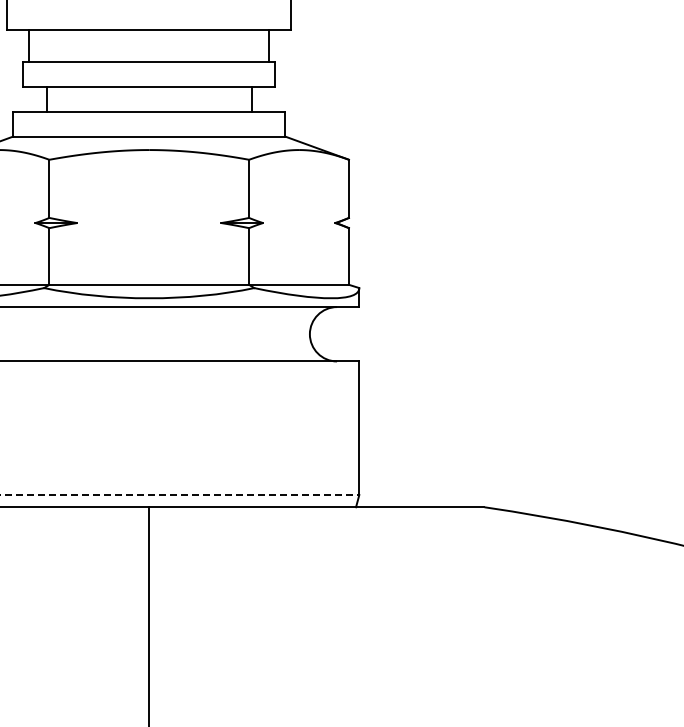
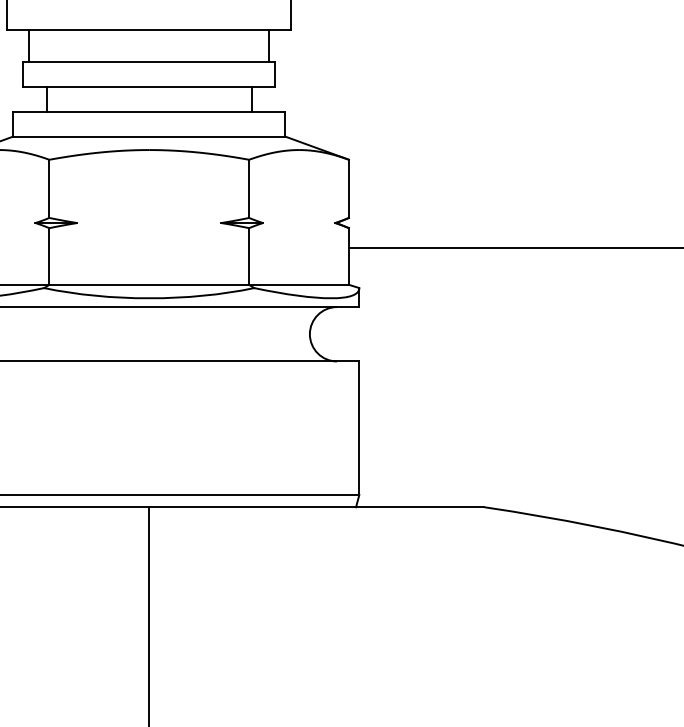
line at (514, 247): none -> present
line at (179, 495): dashed -> solid
